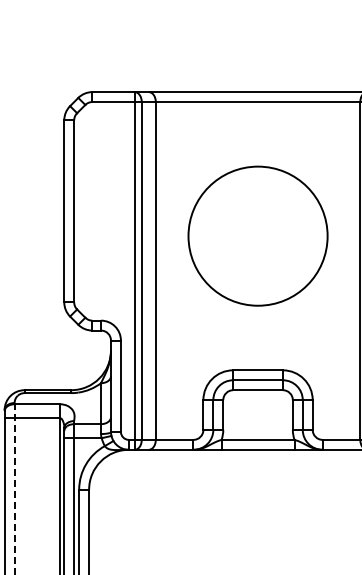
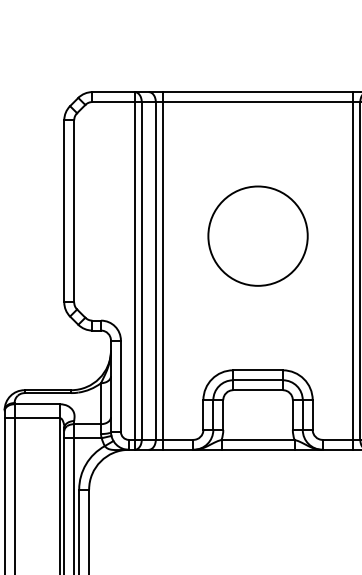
circle at (257, 235) diameter: 139 px -> 99 px
line at (162, 270): none -> present
line at (353, 270): none -> present
line at (14, 488): dashed -> solid
